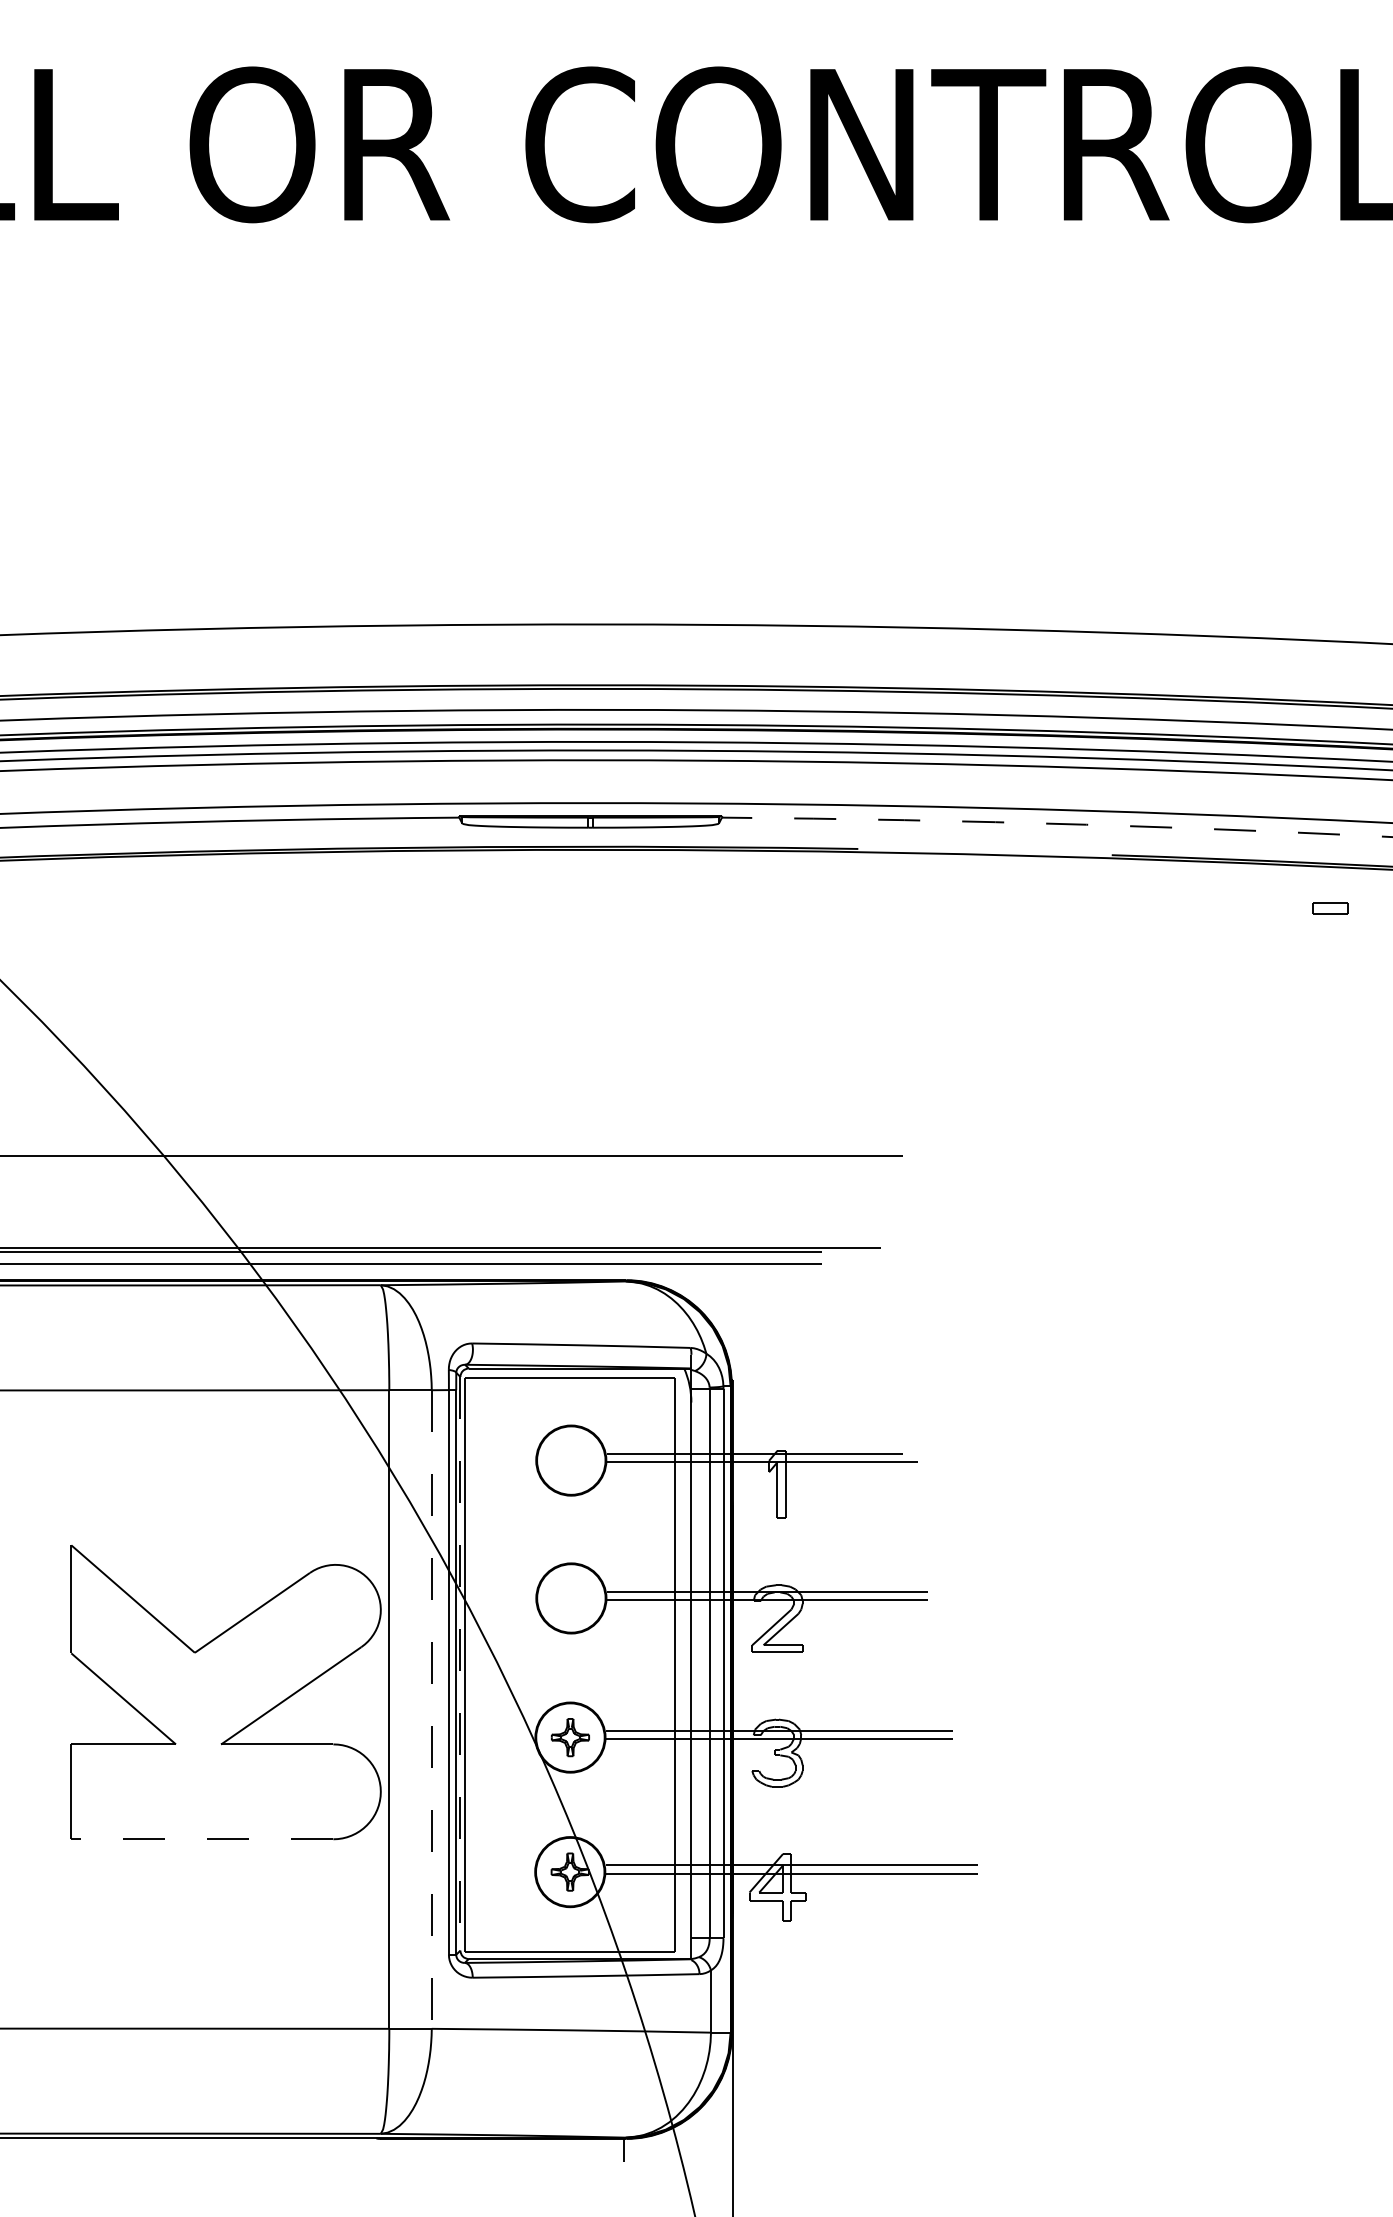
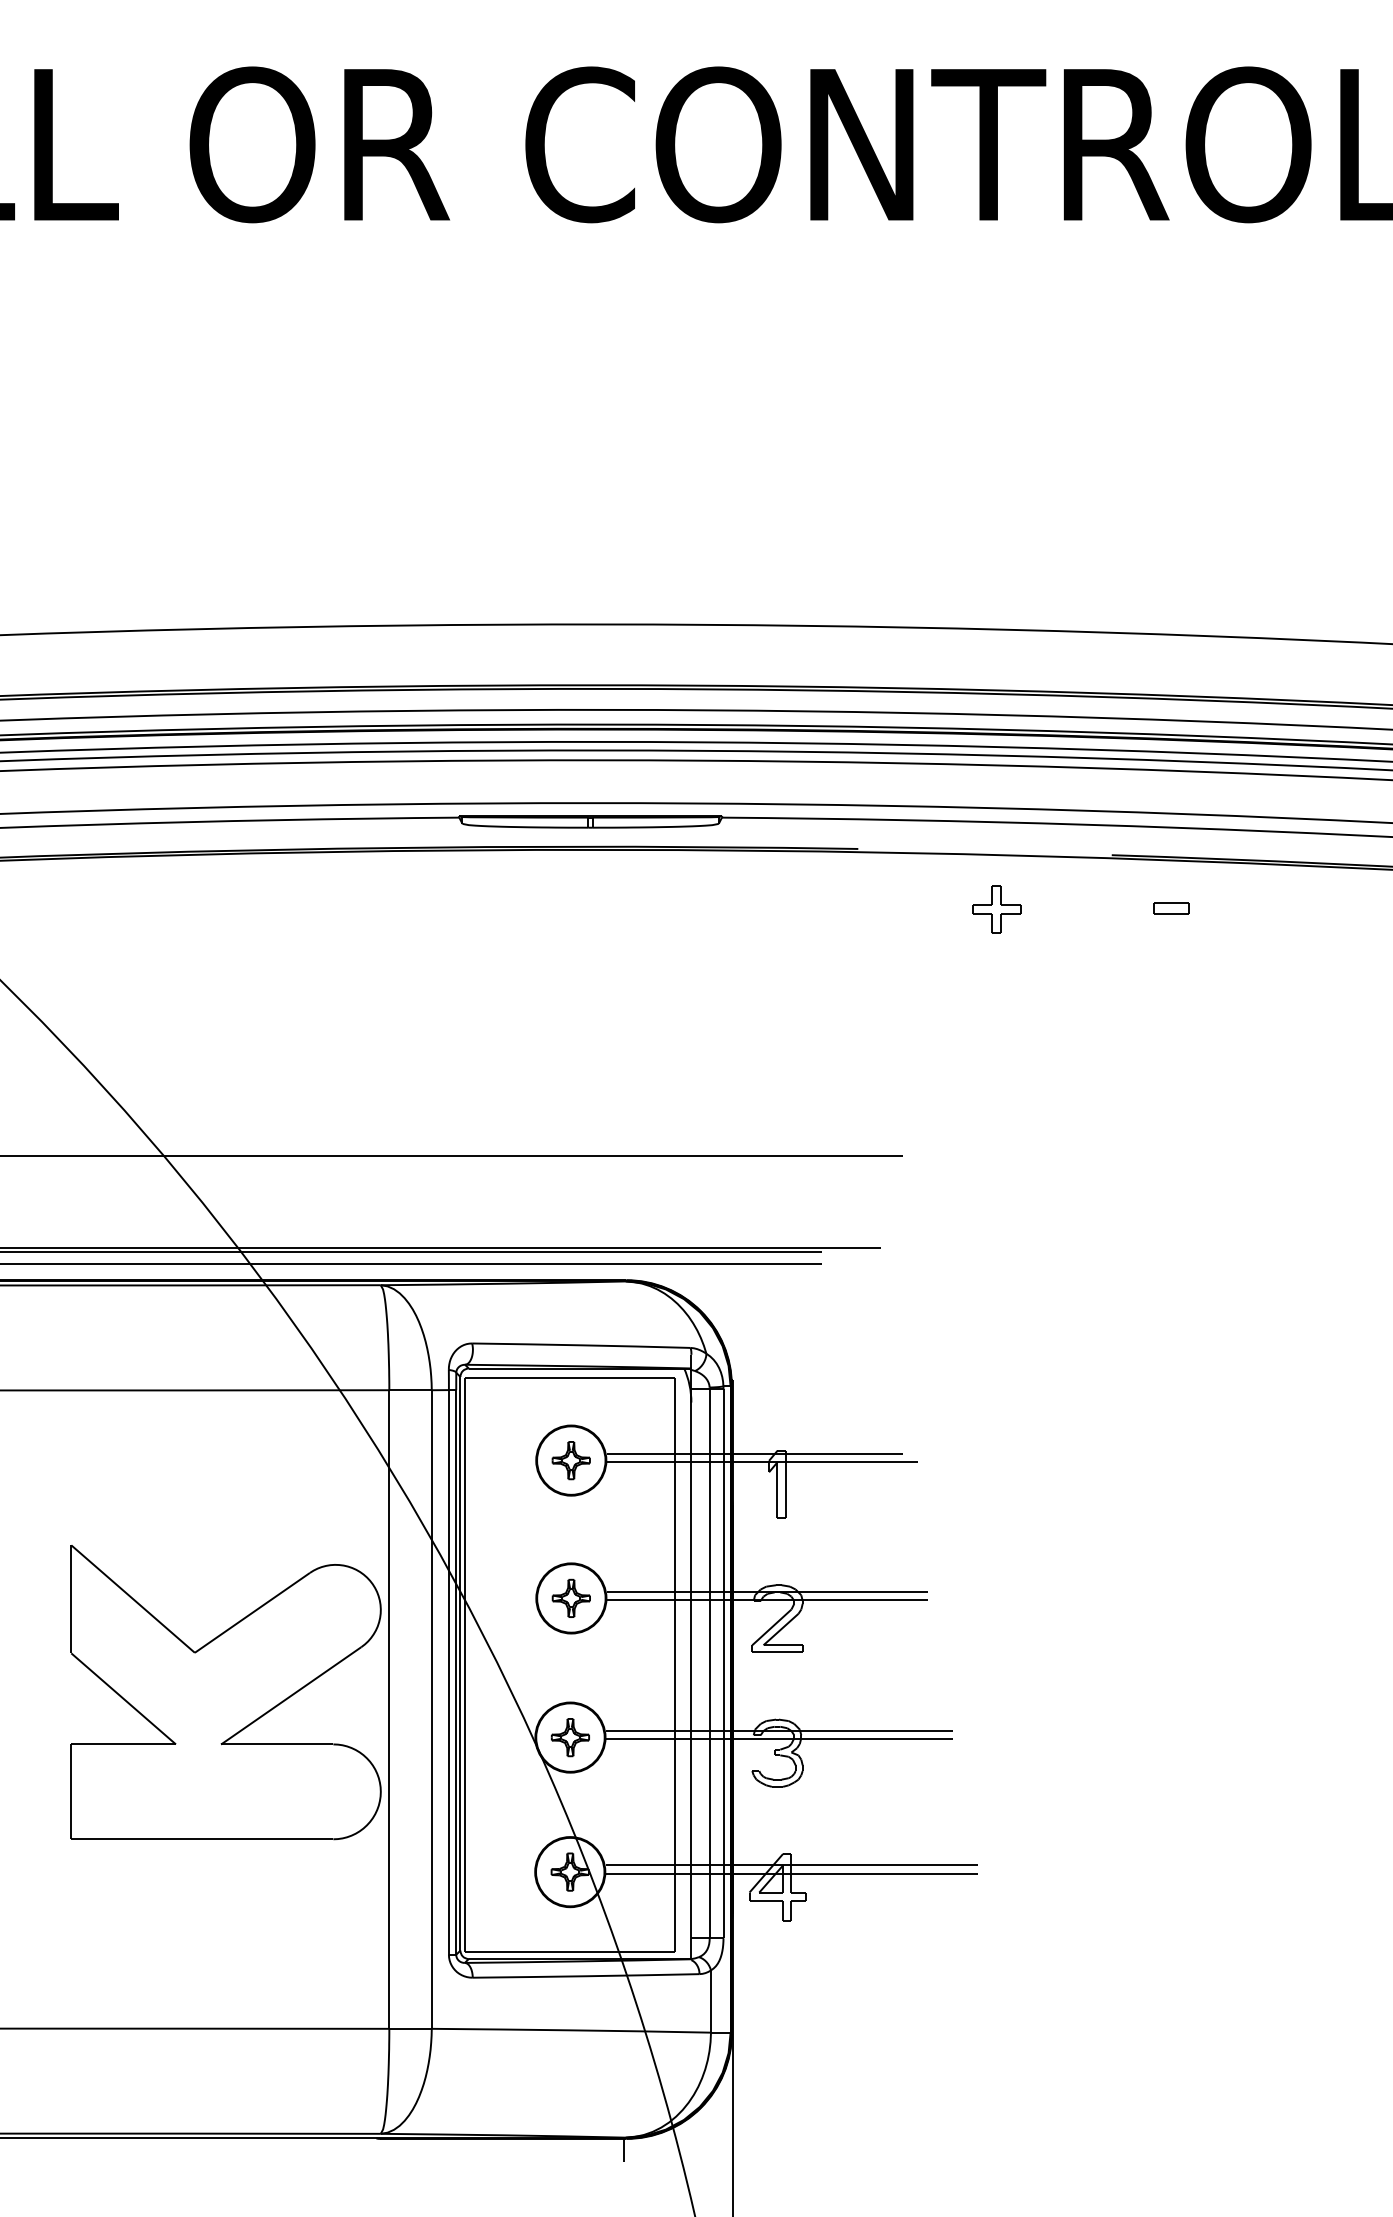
line at (1057, 823): dashed -> solid
part at (1330, 908) position: (1330, 908) -> (1171, 908)
part at (996, 909): none -> present
part at (570, 1460): none -> present
part at (570, 1597): none -> present
line at (460, 1663): dashed -> solid
line at (431, 1710): dashed -> solid
line at (201, 1839): dashed -> solid
